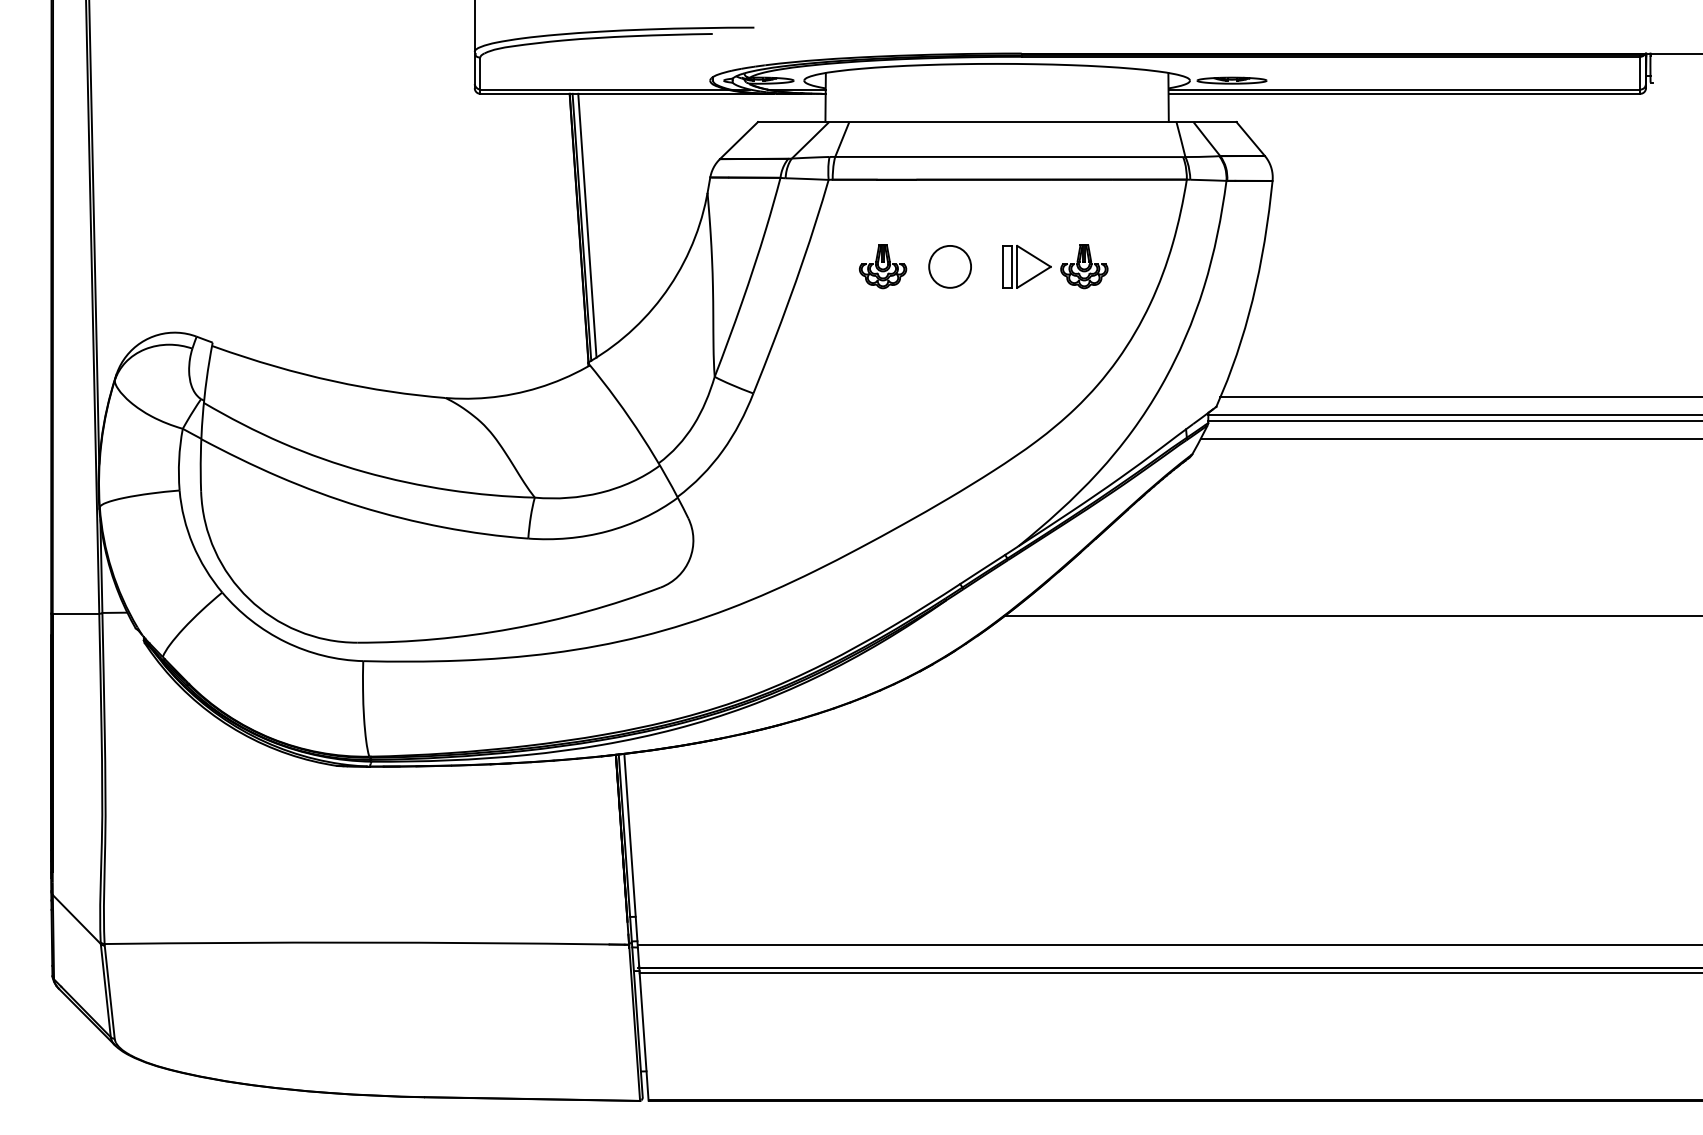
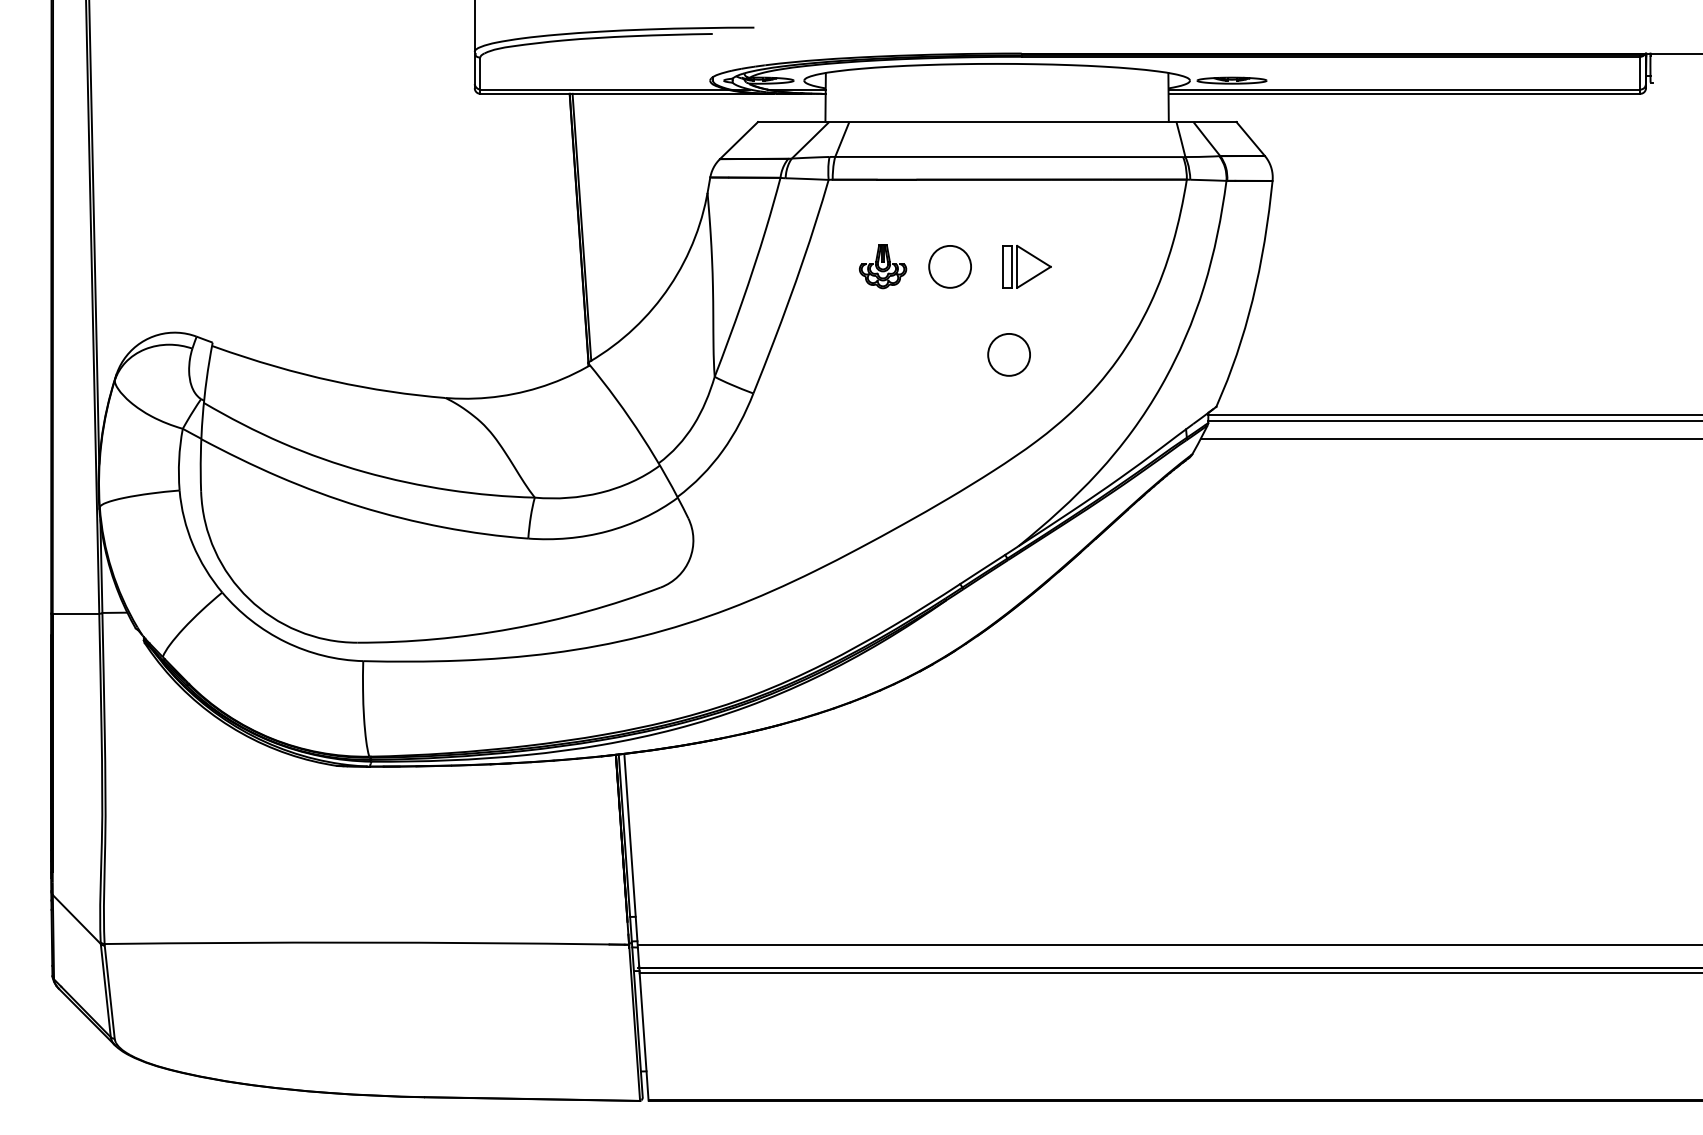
line at (587, 225): present -> none
part at (1084, 266): present -> none
circle at (1008, 354): none -> present
line at (1459, 397): present -> none
line at (1351, 616): present -> none
